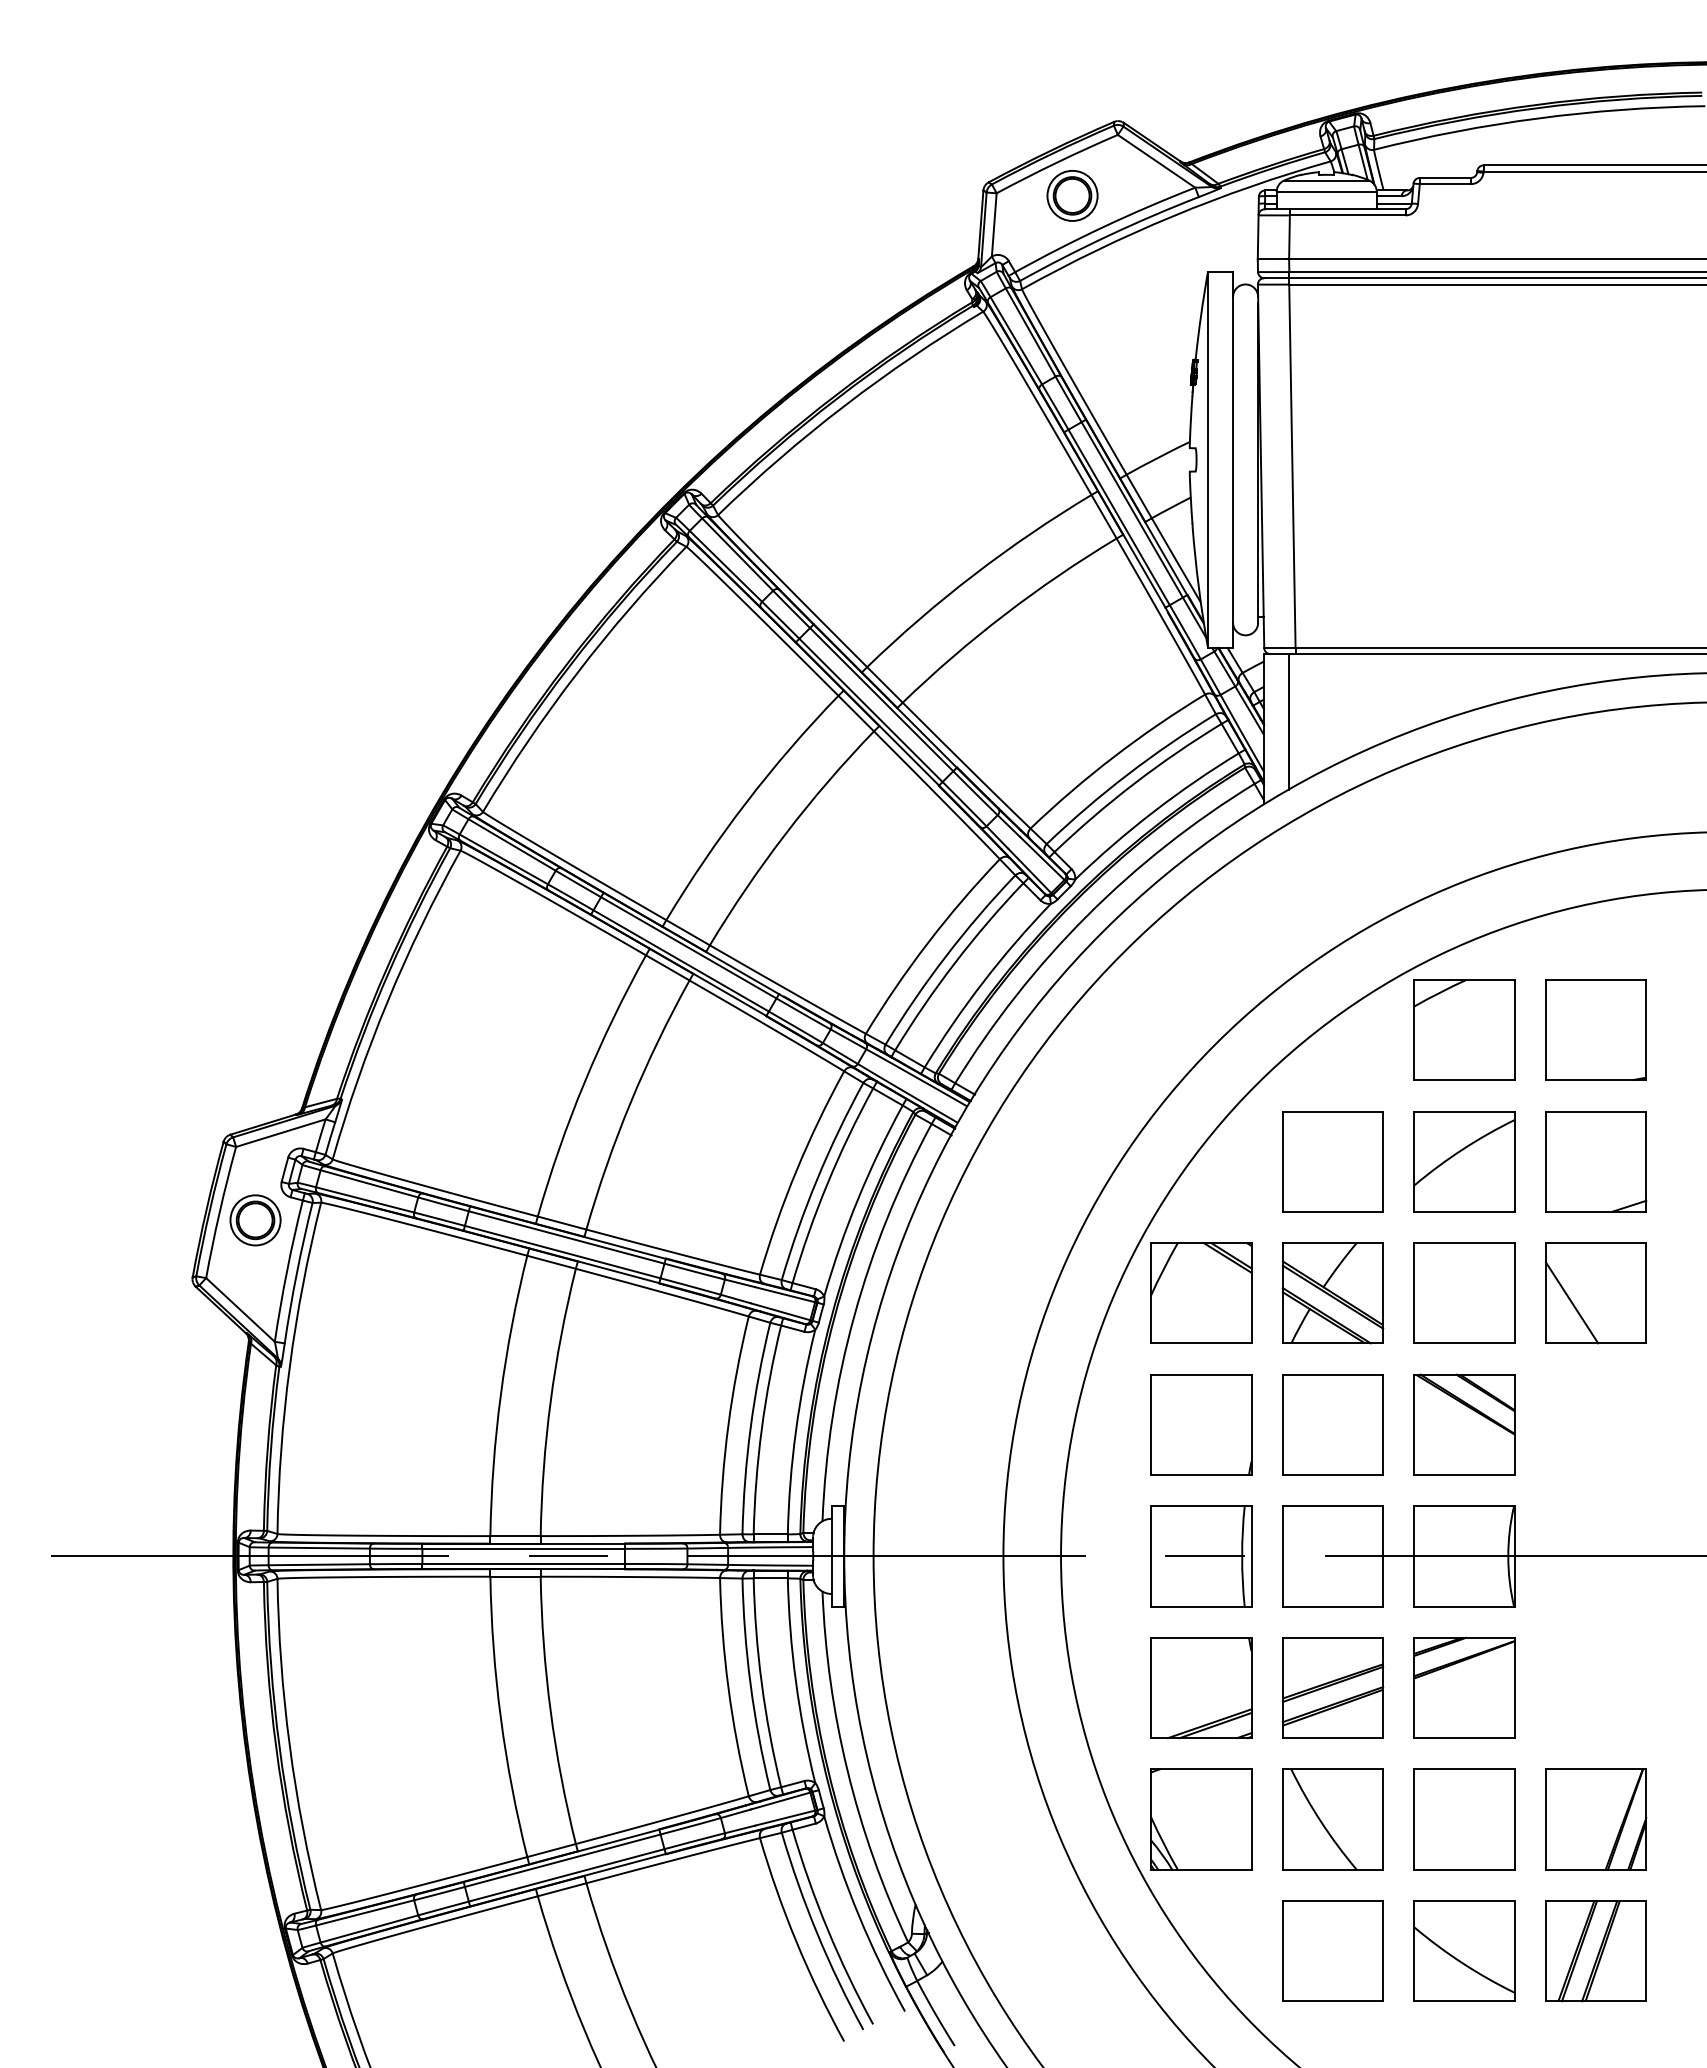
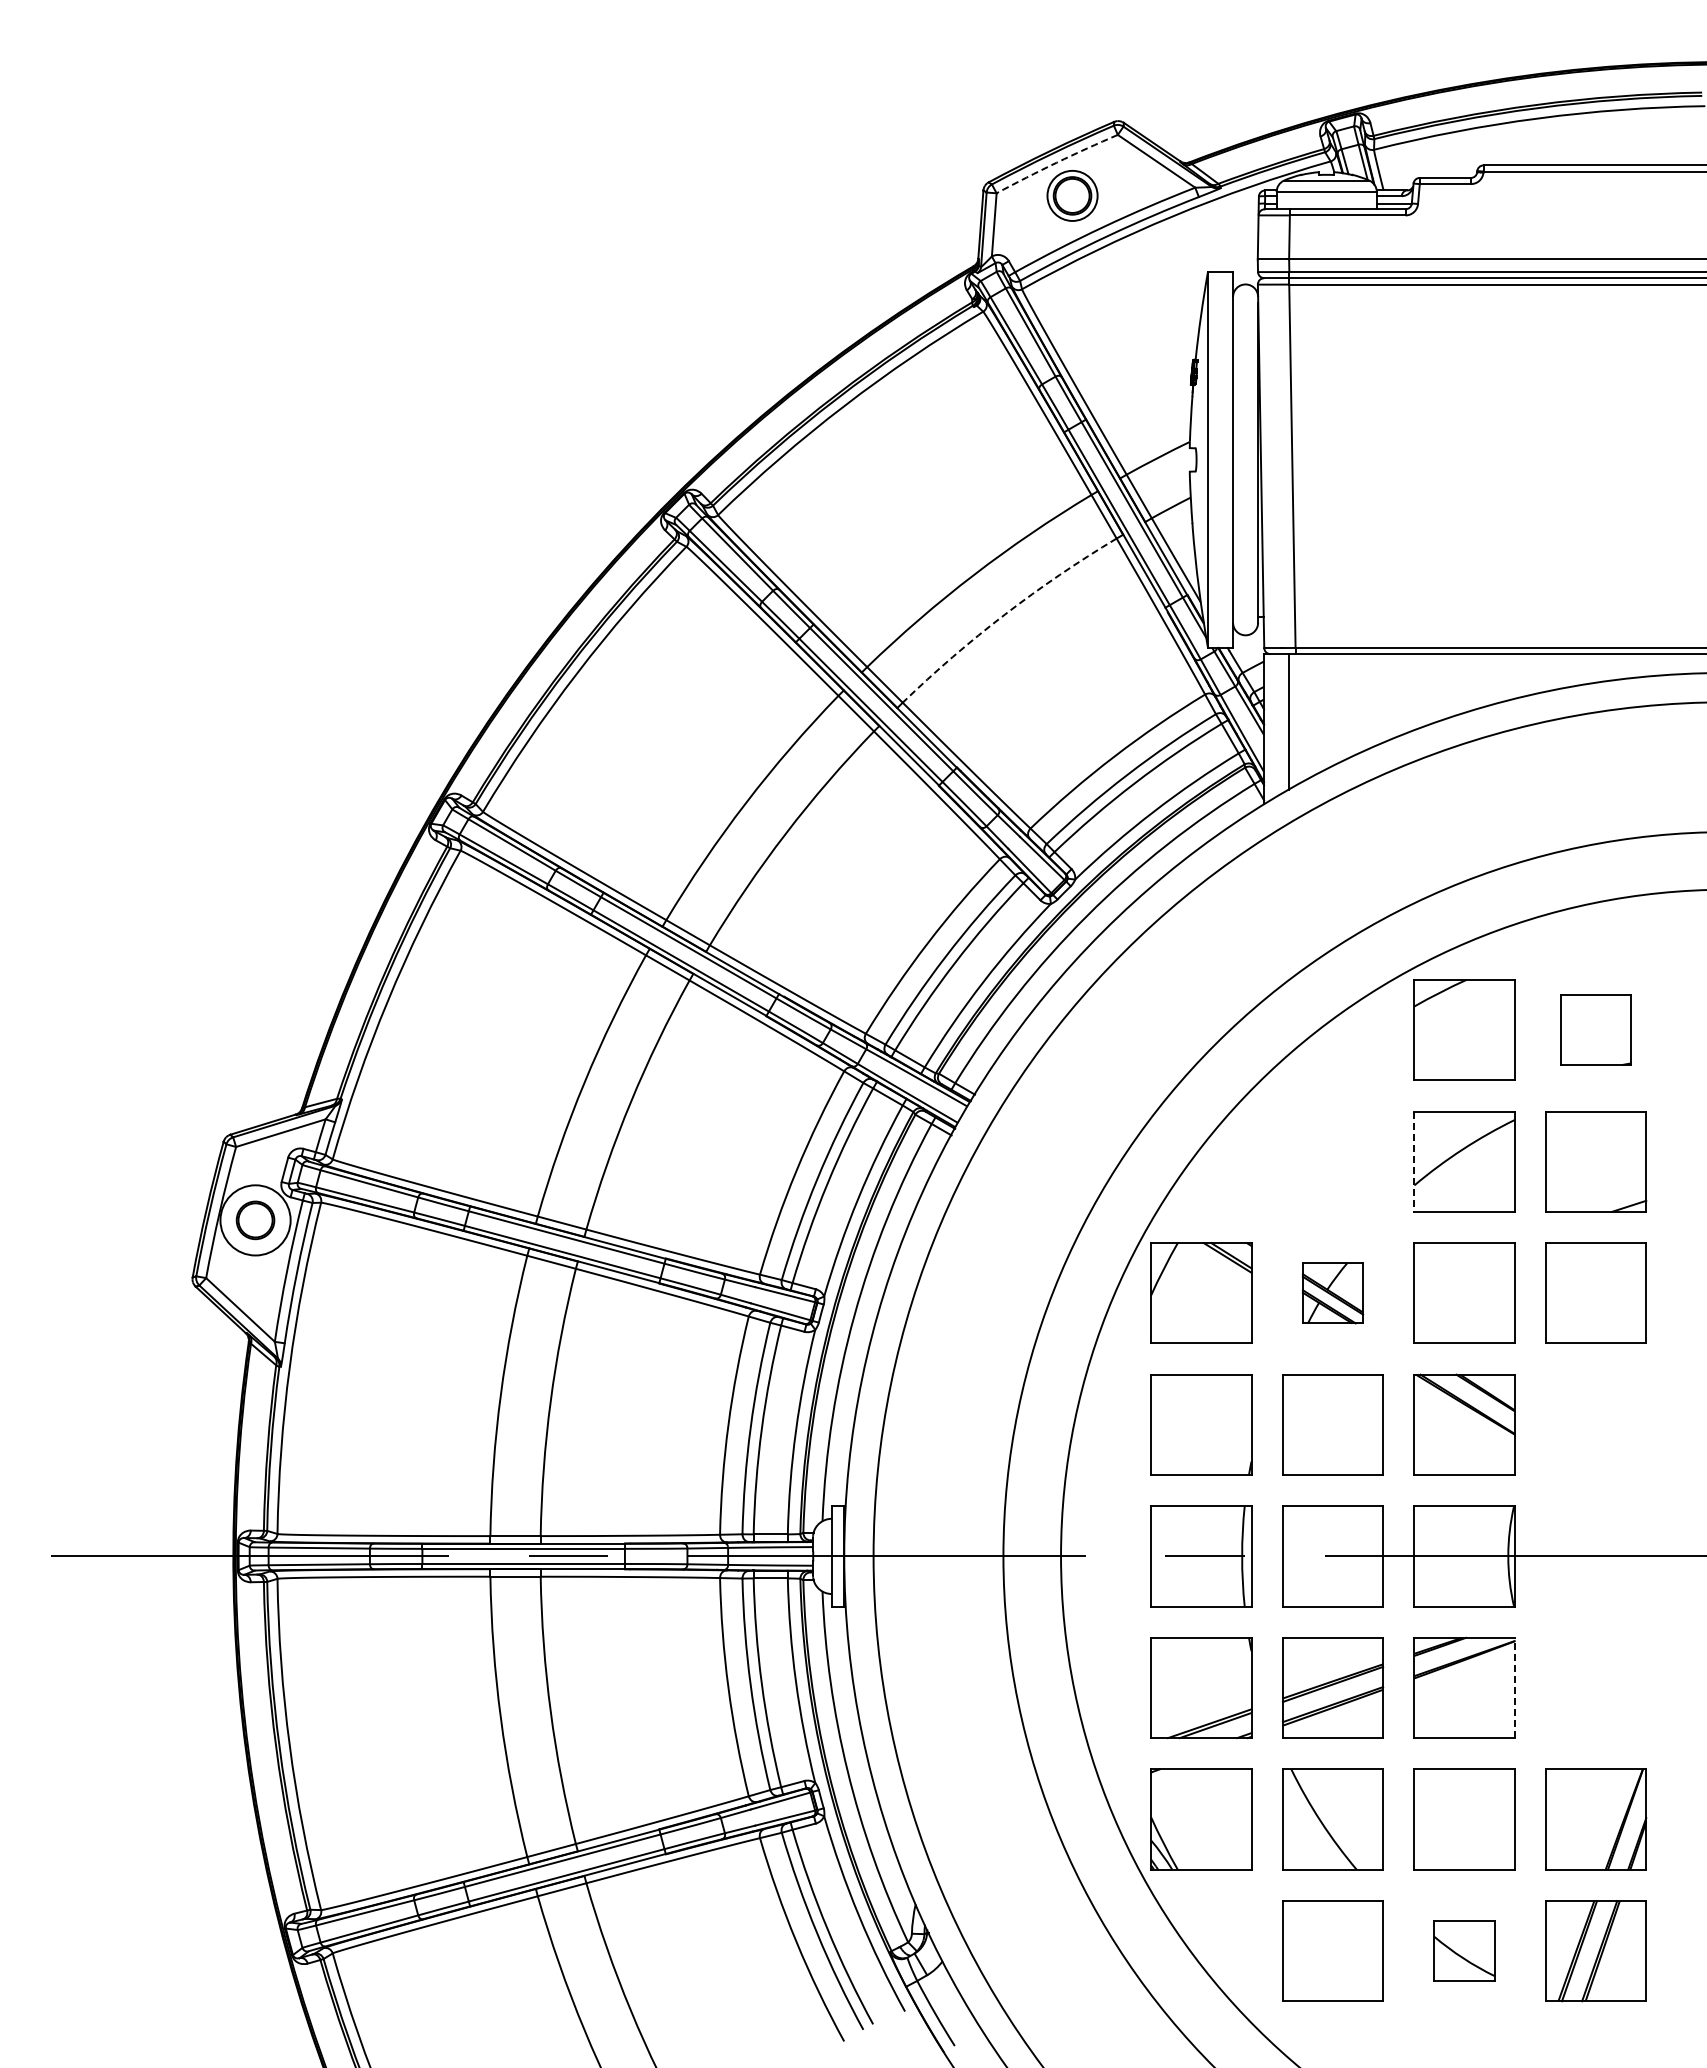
arc at (1056, 162): solid -> dashed
arc at (1005, 614): solid -> dashed
part at (1595, 1029) size: 102x102 px -> 72x72 px
part at (1332, 1161): present -> none
line at (1414, 1162): solid -> dashed
circle at (255, 1220) diameter: 50 px -> 70 px
part at (1332, 1293) size: 104x103 px -> 64x63 px
line at (1572, 1302): present -> none
line at (1514, 1687): solid -> dashed
part at (1464, 1950) size: 103x102 px -> 63x62 px
